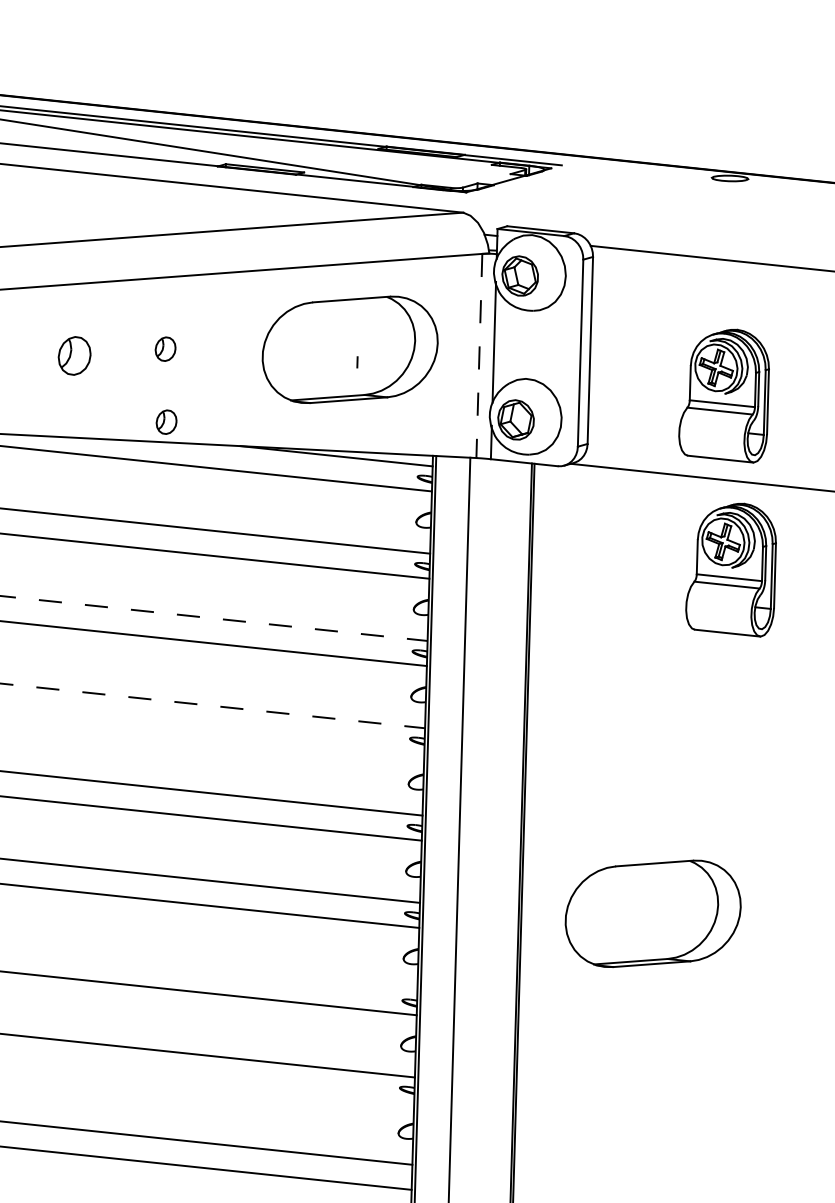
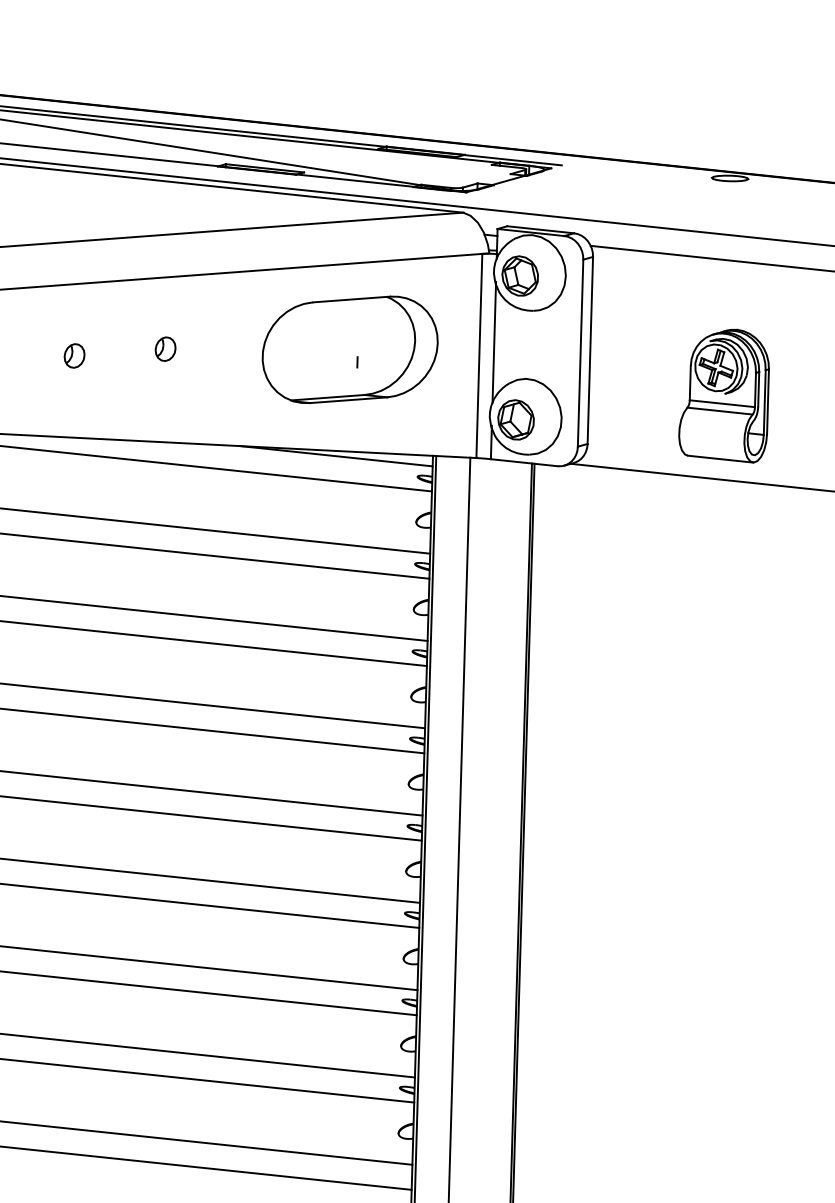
line at (416, 201): none -> present
part at (74, 355) size: 35x40 px -> 23x26 px
line at (479, 356): dashed -> solid
part at (166, 421): present -> none
part at (730, 569): present -> none
line at (214, 618): dashed -> solid
line at (213, 705): dashed -> solid
line at (213, 730): none -> present
part at (652, 913): present -> none
line at (209, 968): none -> present
line at (208, 1080): none -> present
